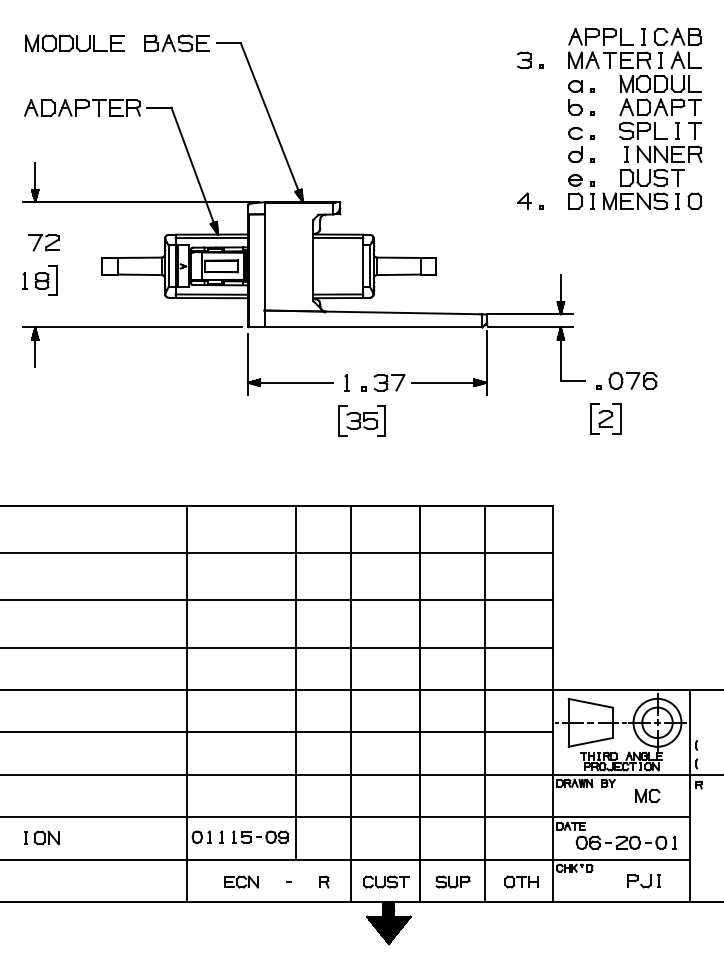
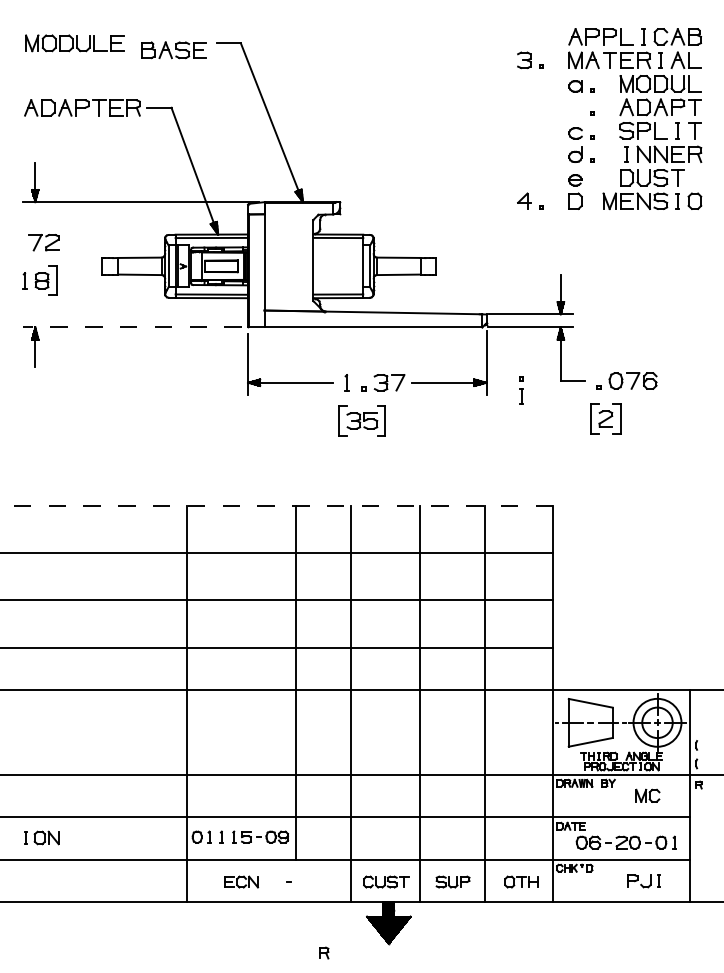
part at (176, 43) position: (176, 43) -> (173, 50)
part at (575, 107): present -> none
part at (592, 195) position: (592, 195) -> (521, 390)
line at (132, 327): solid -> dashed
line at (276, 506): solid -> dashed
line at (277, 732): present -> none
part at (324, 881) position: (324, 881) -> (324, 952)
